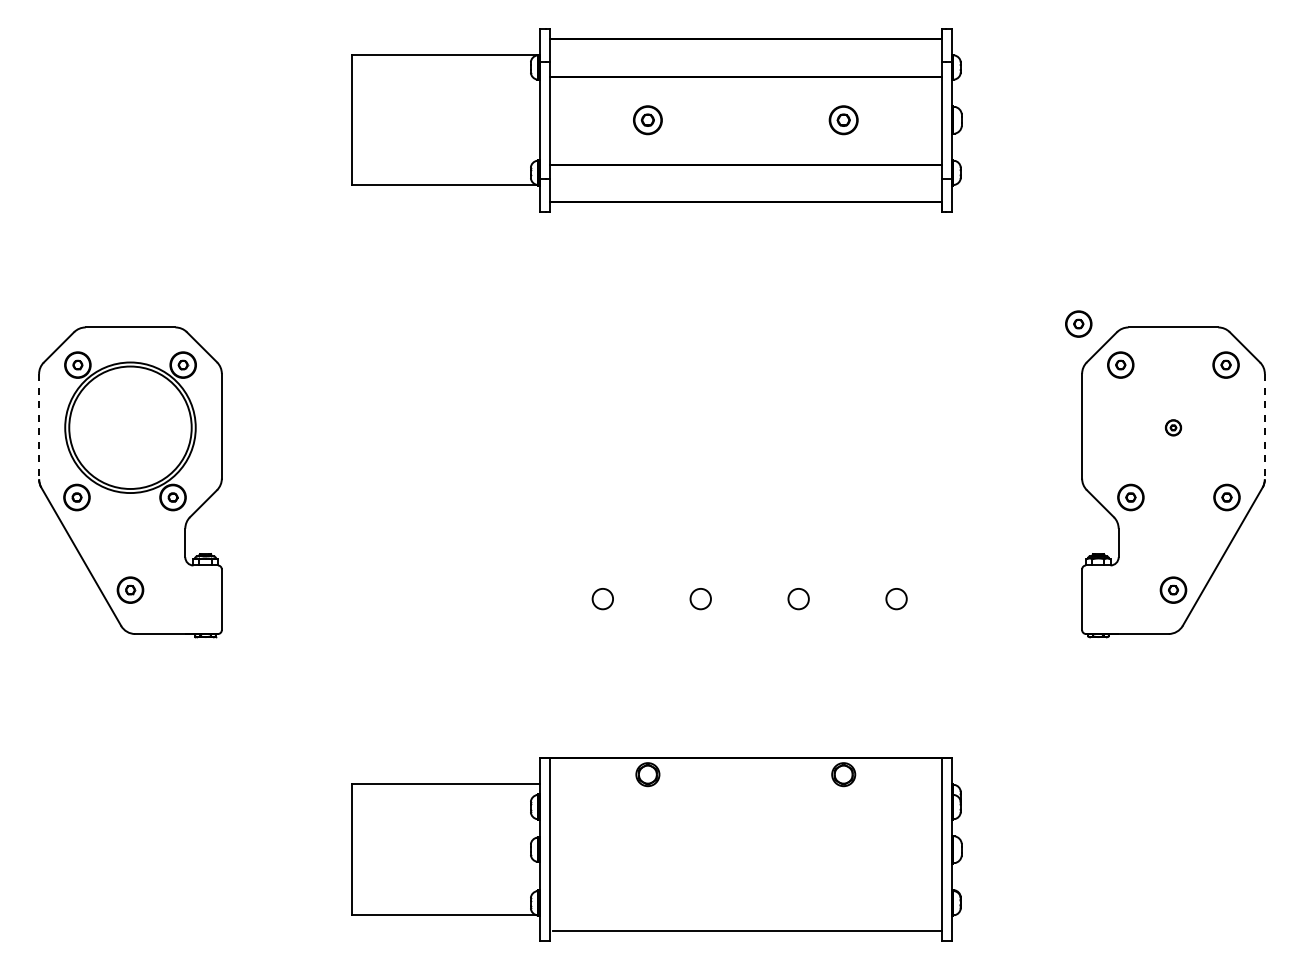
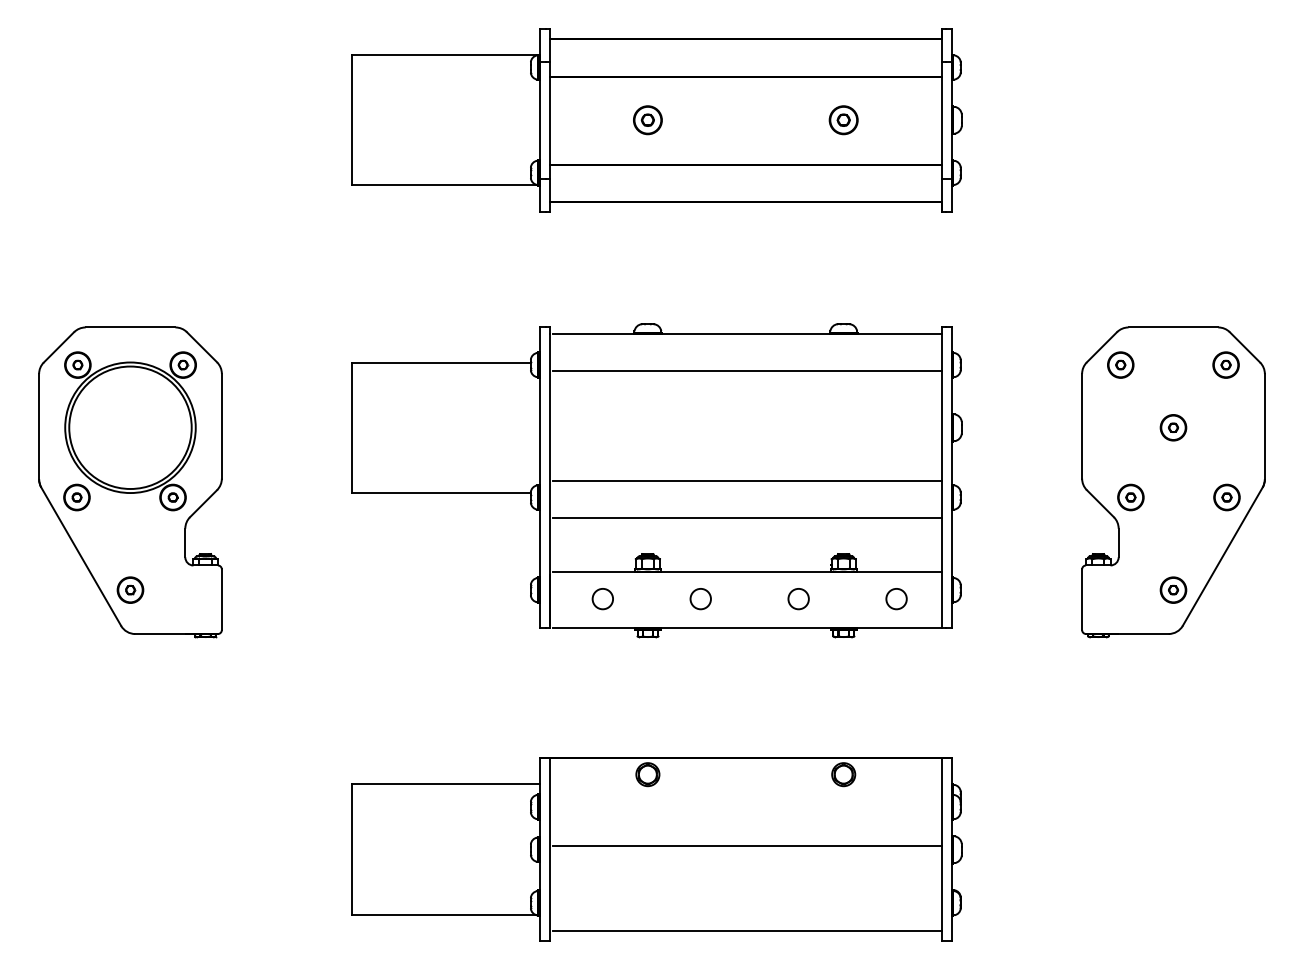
part at (1078, 323): present -> none
line at (39, 426): dashed -> solid
line at (1264, 426): dashed -> solid
part at (1173, 427) size: 19x18 px -> 29x28 px
part at (656, 480): none -> present
line at (746, 846): none -> present
